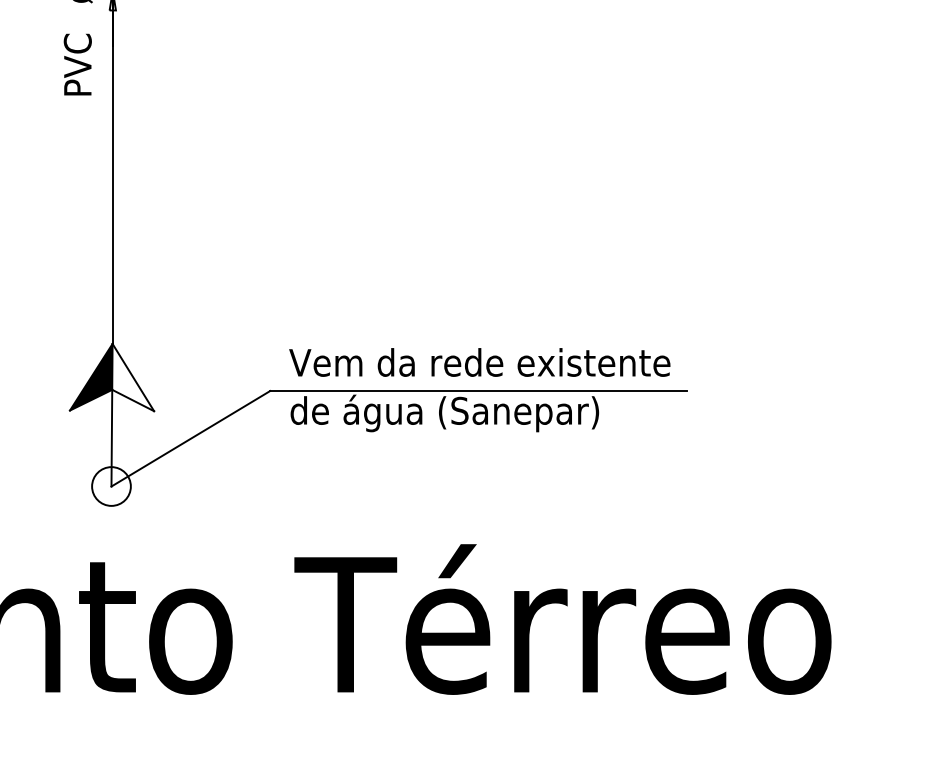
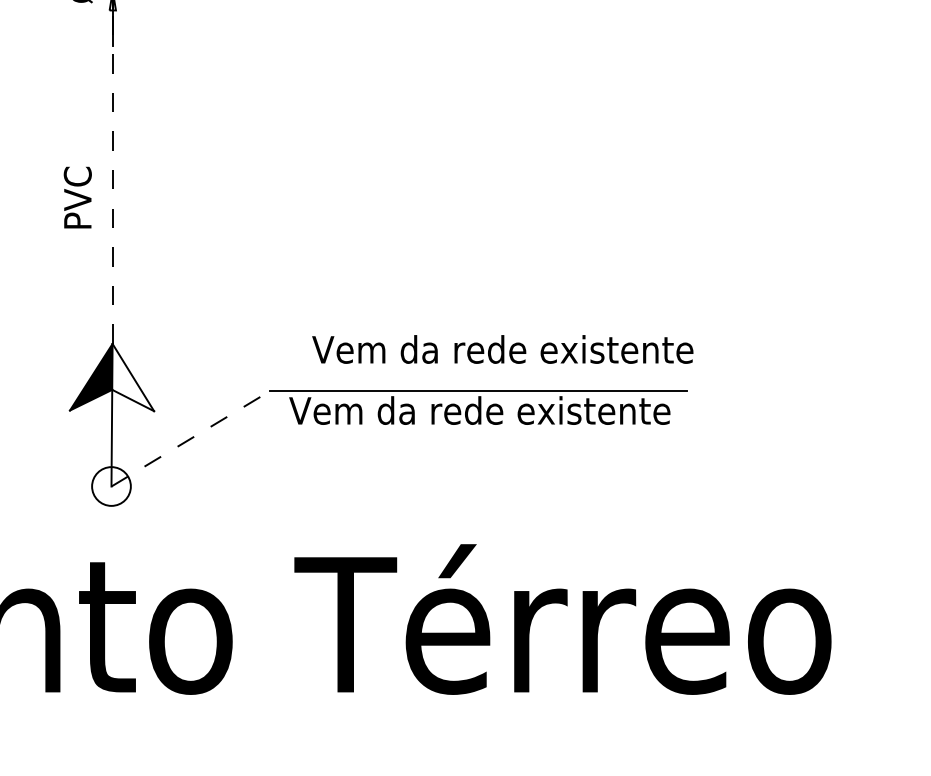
text at (77, 64) position: (77, 64) -> (77, 197)
line at (112, 171): solid -> dashed
text at (479, 362) position: (479, 362) -> (502, 349)
text at (479, 413): de água (Sanepar) -> Vem da rede existente
line at (190, 438): solid -> dashed
